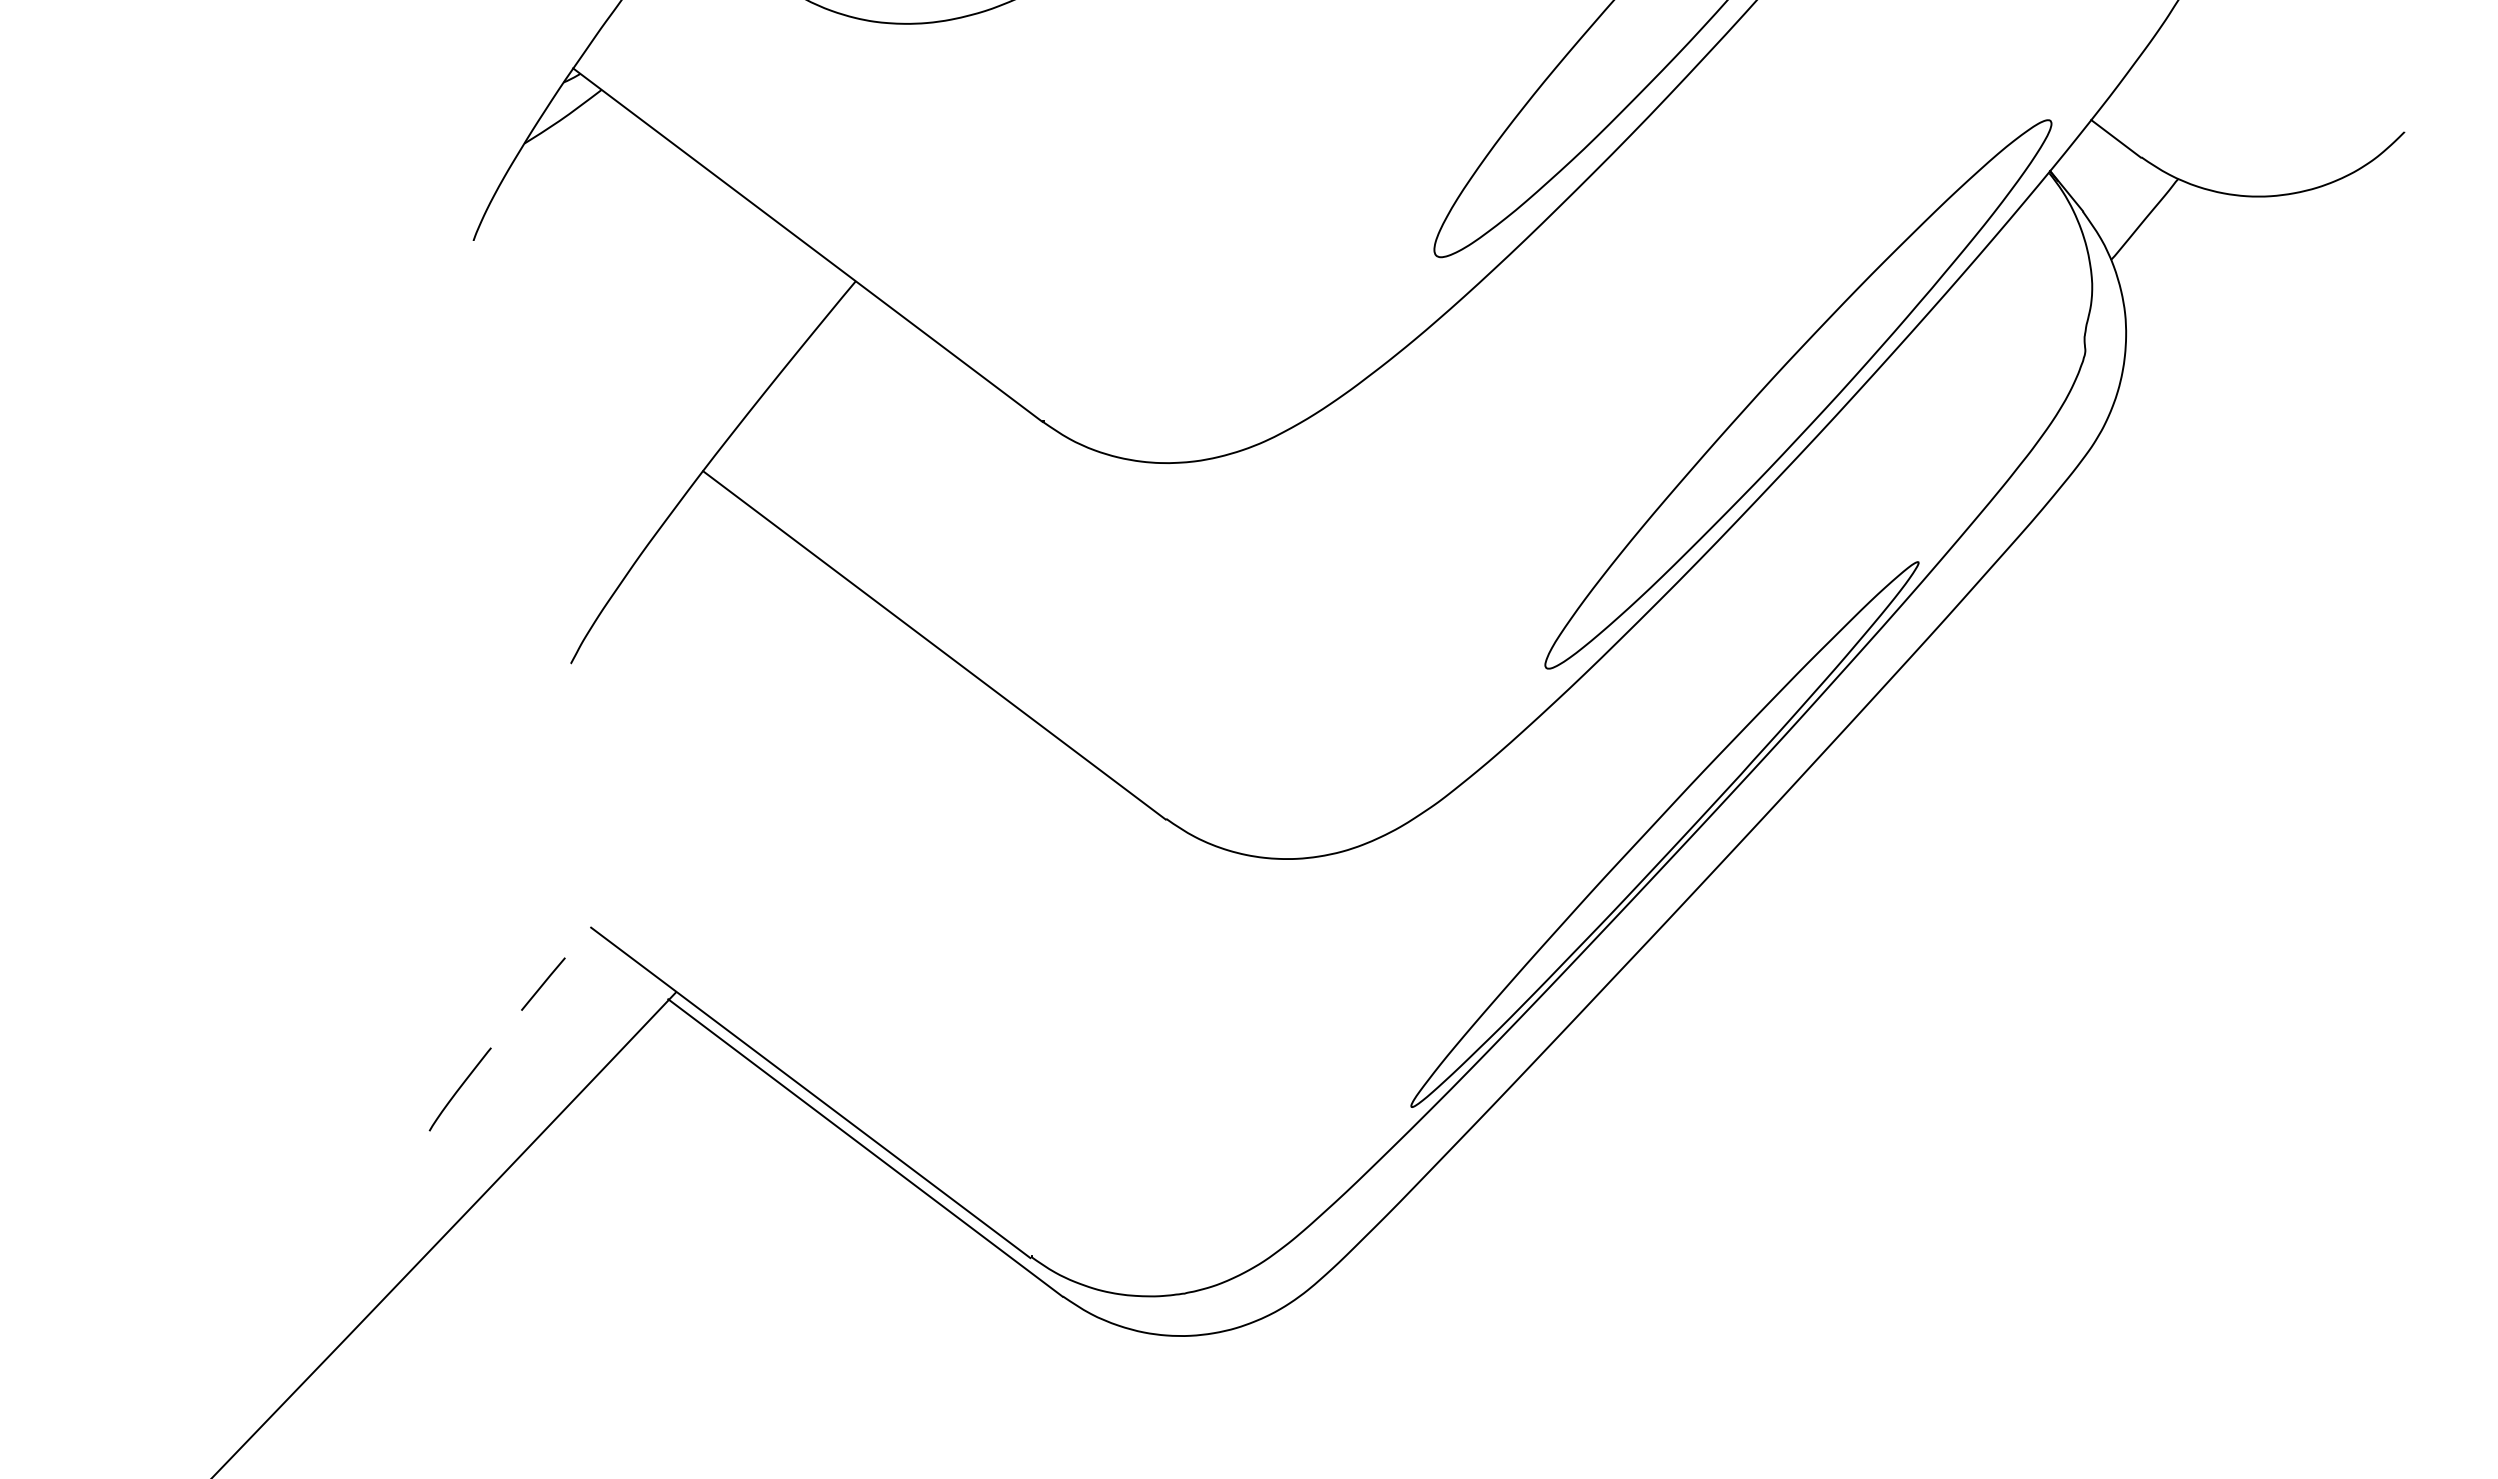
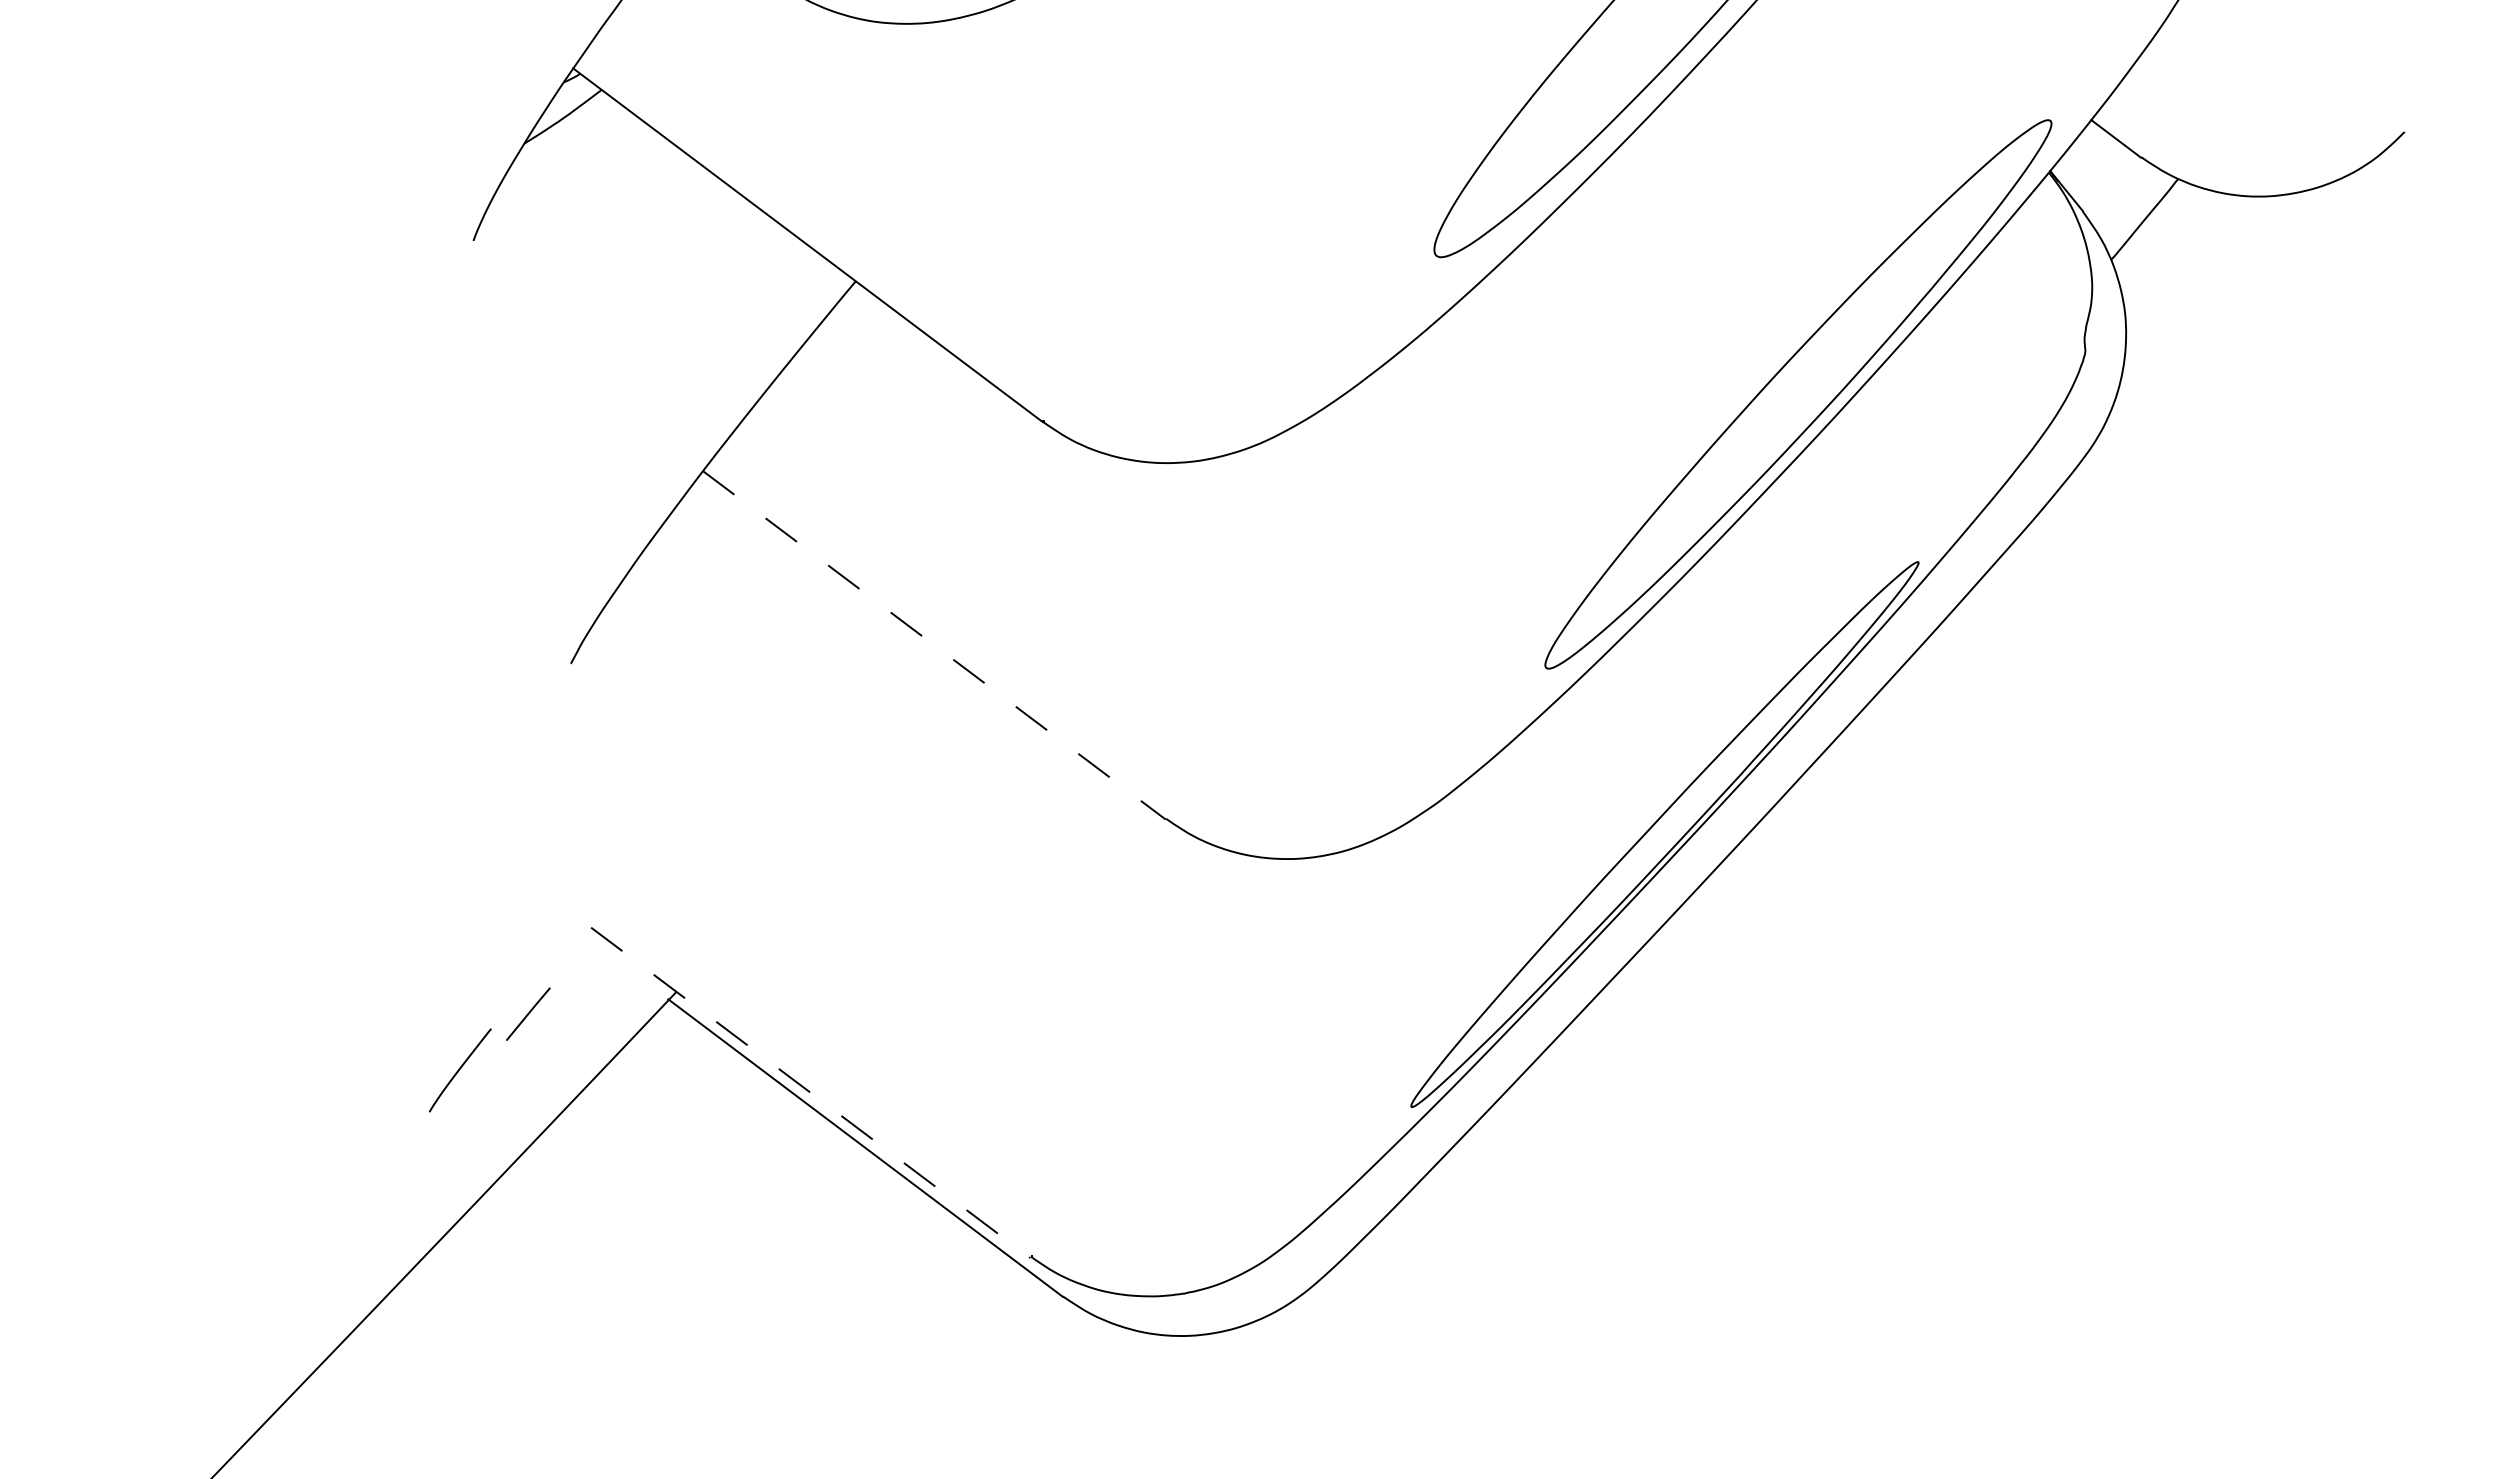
line at (934, 645): solid -> dashed
line at (543, 983) position: (543, 983) -> (528, 1013)
curve at (459, 1089) position: (459, 1089) -> (459, 1070)
line at (810, 1092): solid -> dashed
